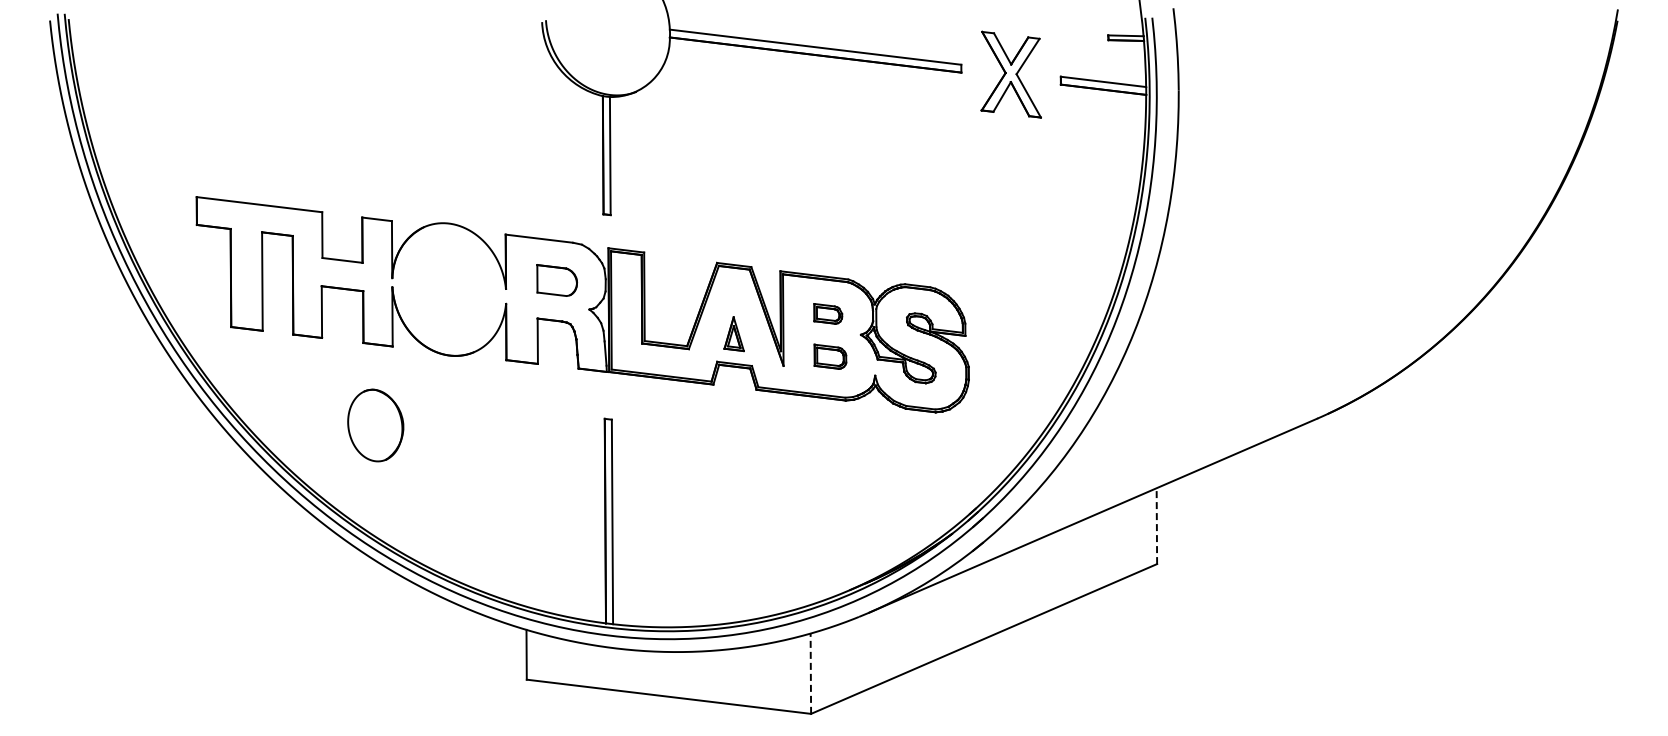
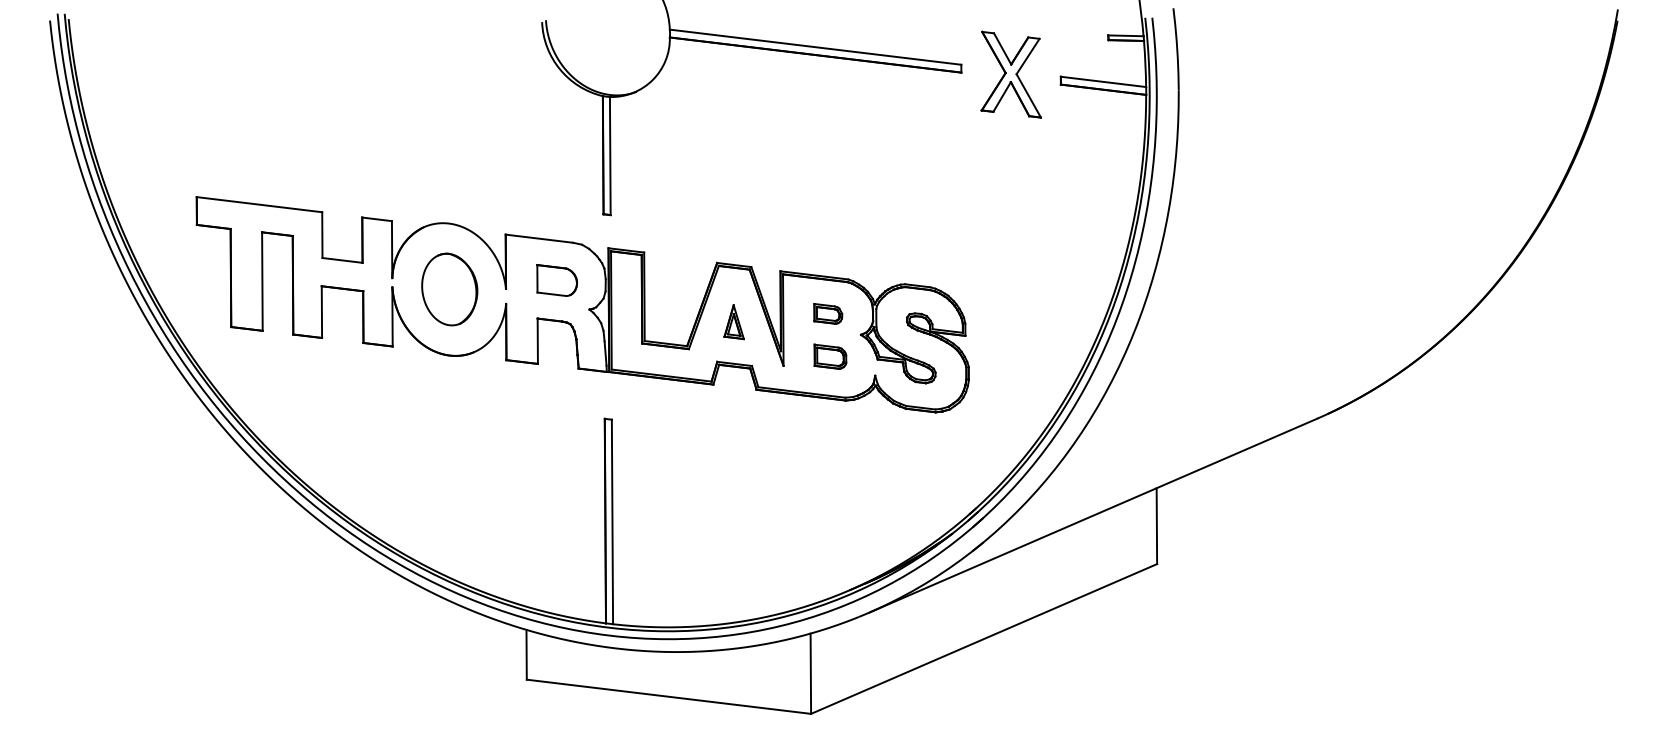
part at (733, 334) position: (733, 334) -> (733, 322)
part at (375, 425) position: (375, 425) -> (449, 289)
line at (1156, 526): dashed -> solid
line at (810, 673): dashed -> solid
